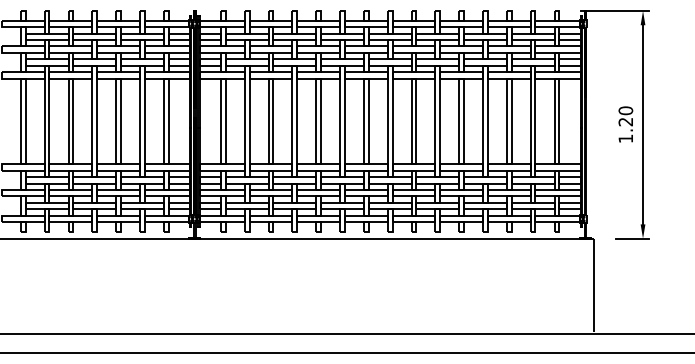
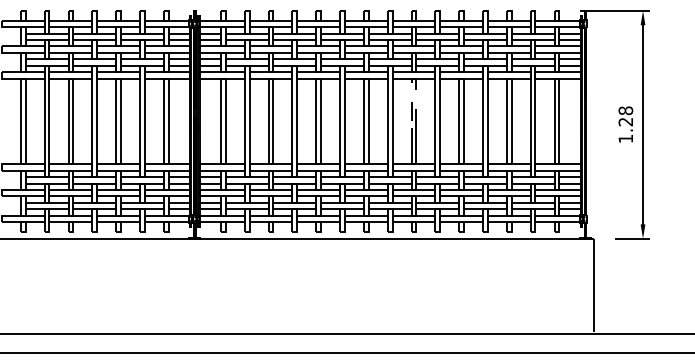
line at (413, 79): solid -> dashed
text at (625, 110): 1.20 -> 1.28
